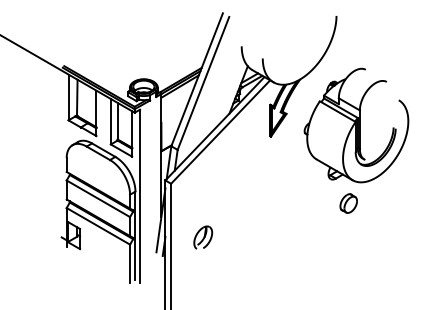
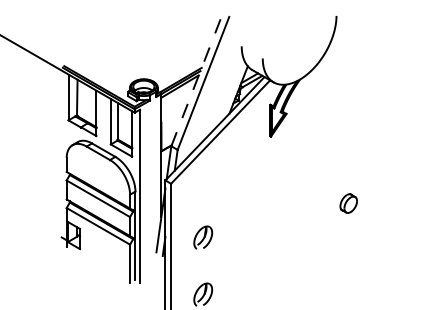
line at (197, 79): solid -> dashed
part at (356, 125): present -> none
part at (203, 294): none -> present
